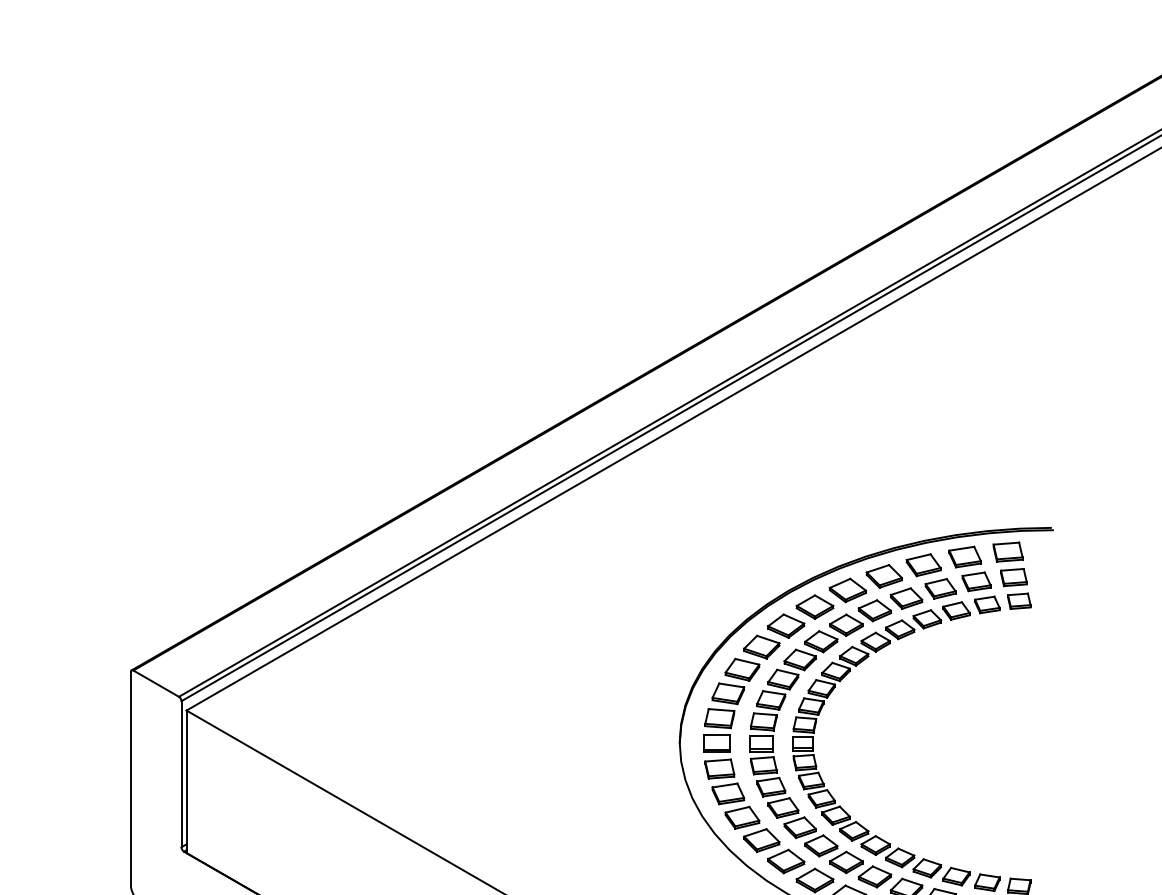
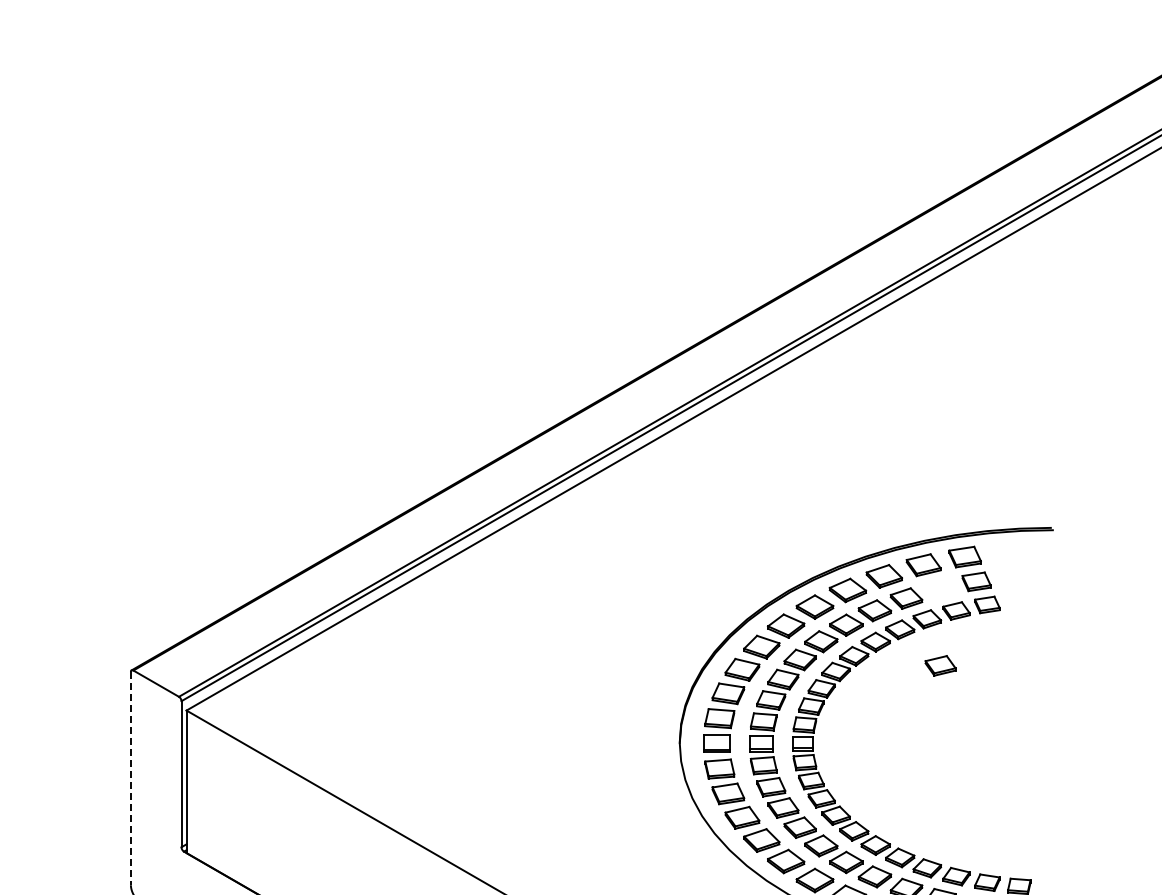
part at (1011, 575): present -> none
part at (940, 588) position: (940, 588) -> (940, 665)
line at (130, 778): solid -> dashed
